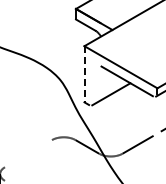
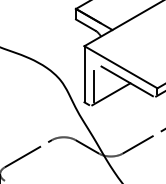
line at (84, 74): dashed -> solid
line at (93, 86): none -> present
line at (28, 153): none -> present
